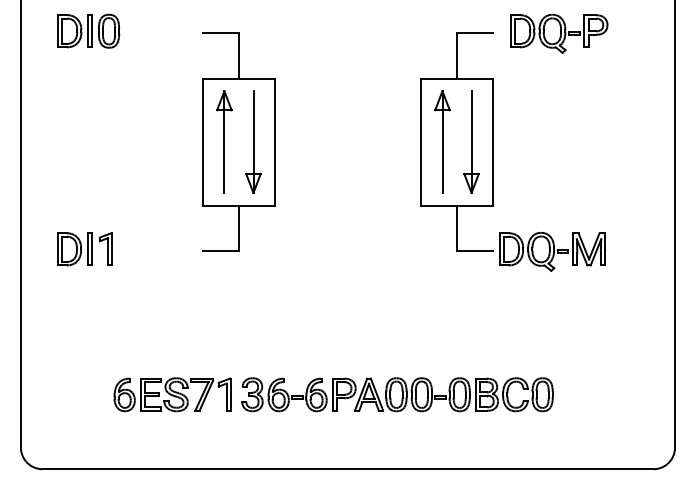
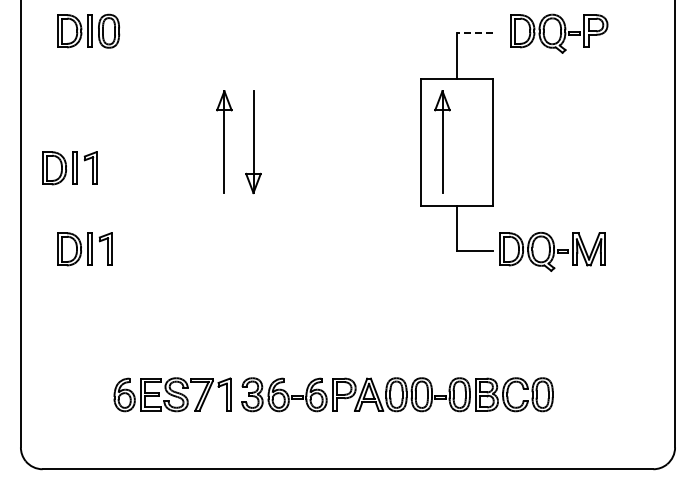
line at (474, 33): solid -> dashed
part at (238, 141): present -> none
part at (471, 142): present -> none
part at (69, 168): none -> present
